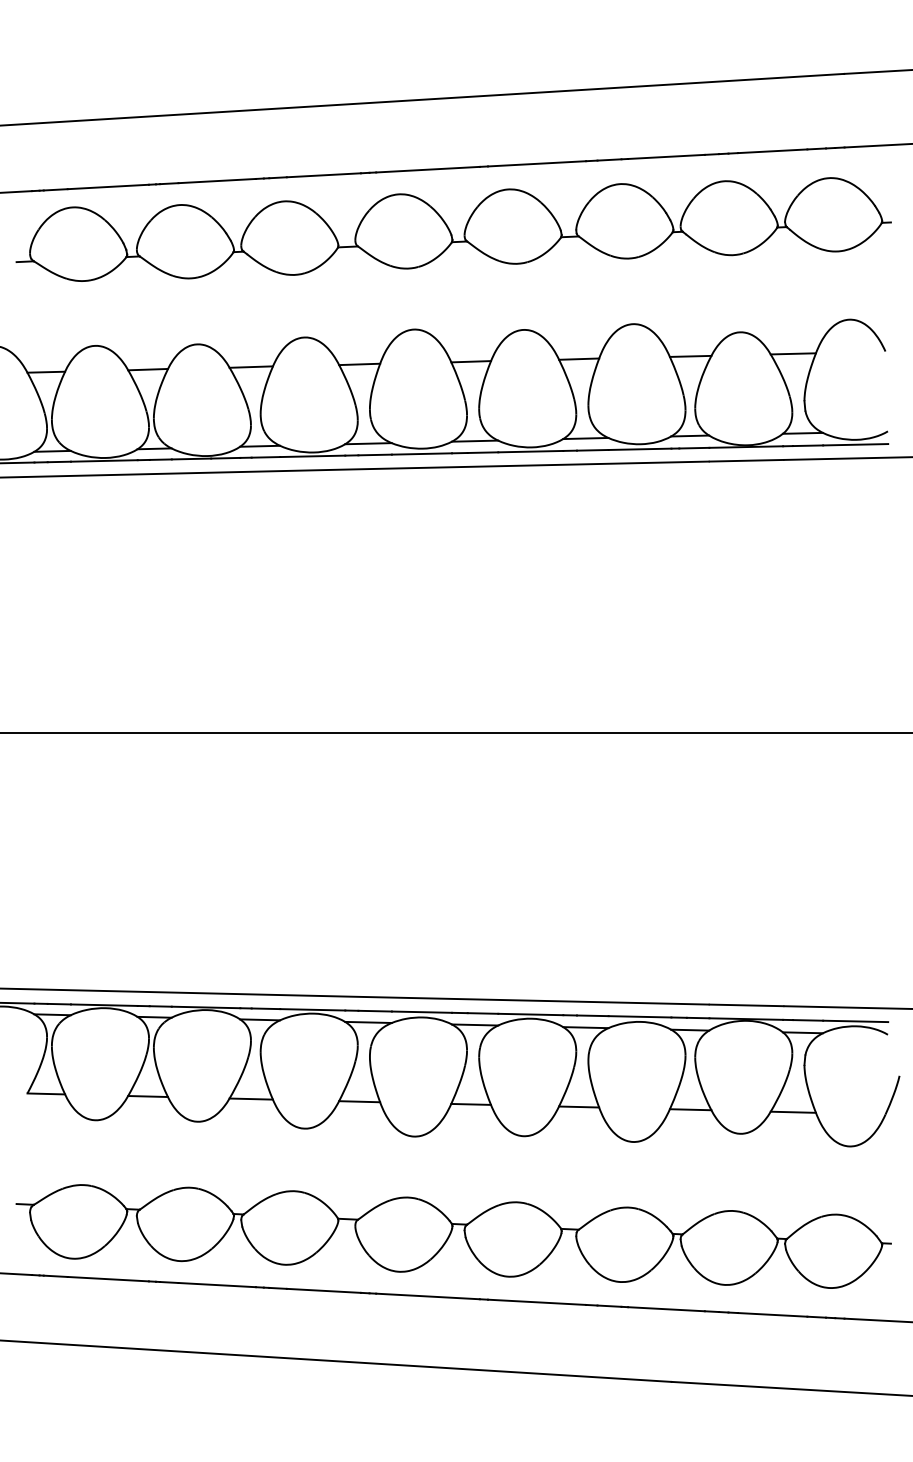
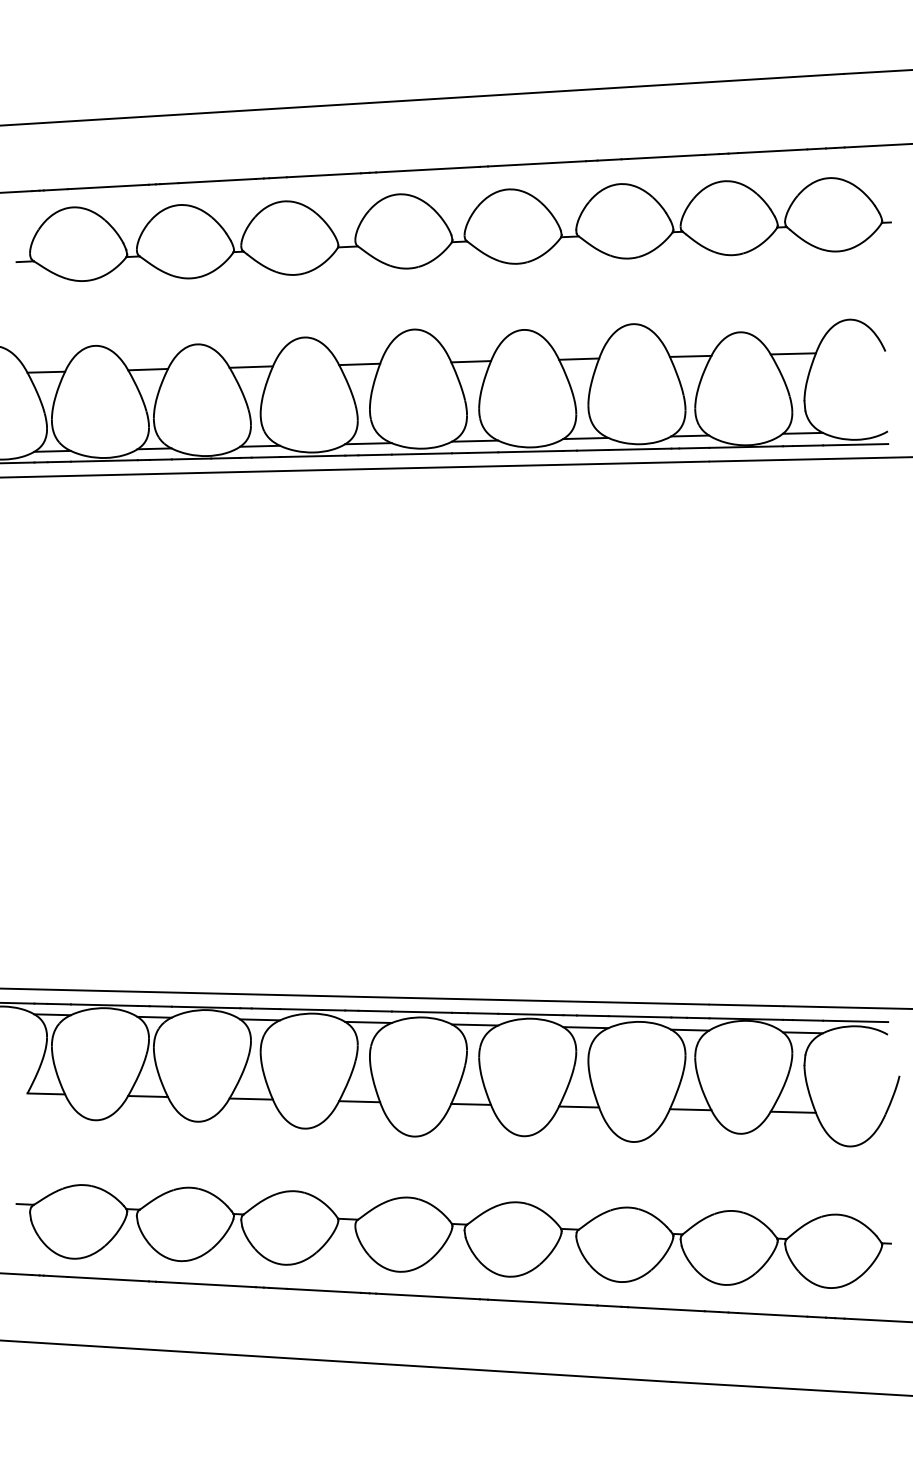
line at (455, 733): present -> none
